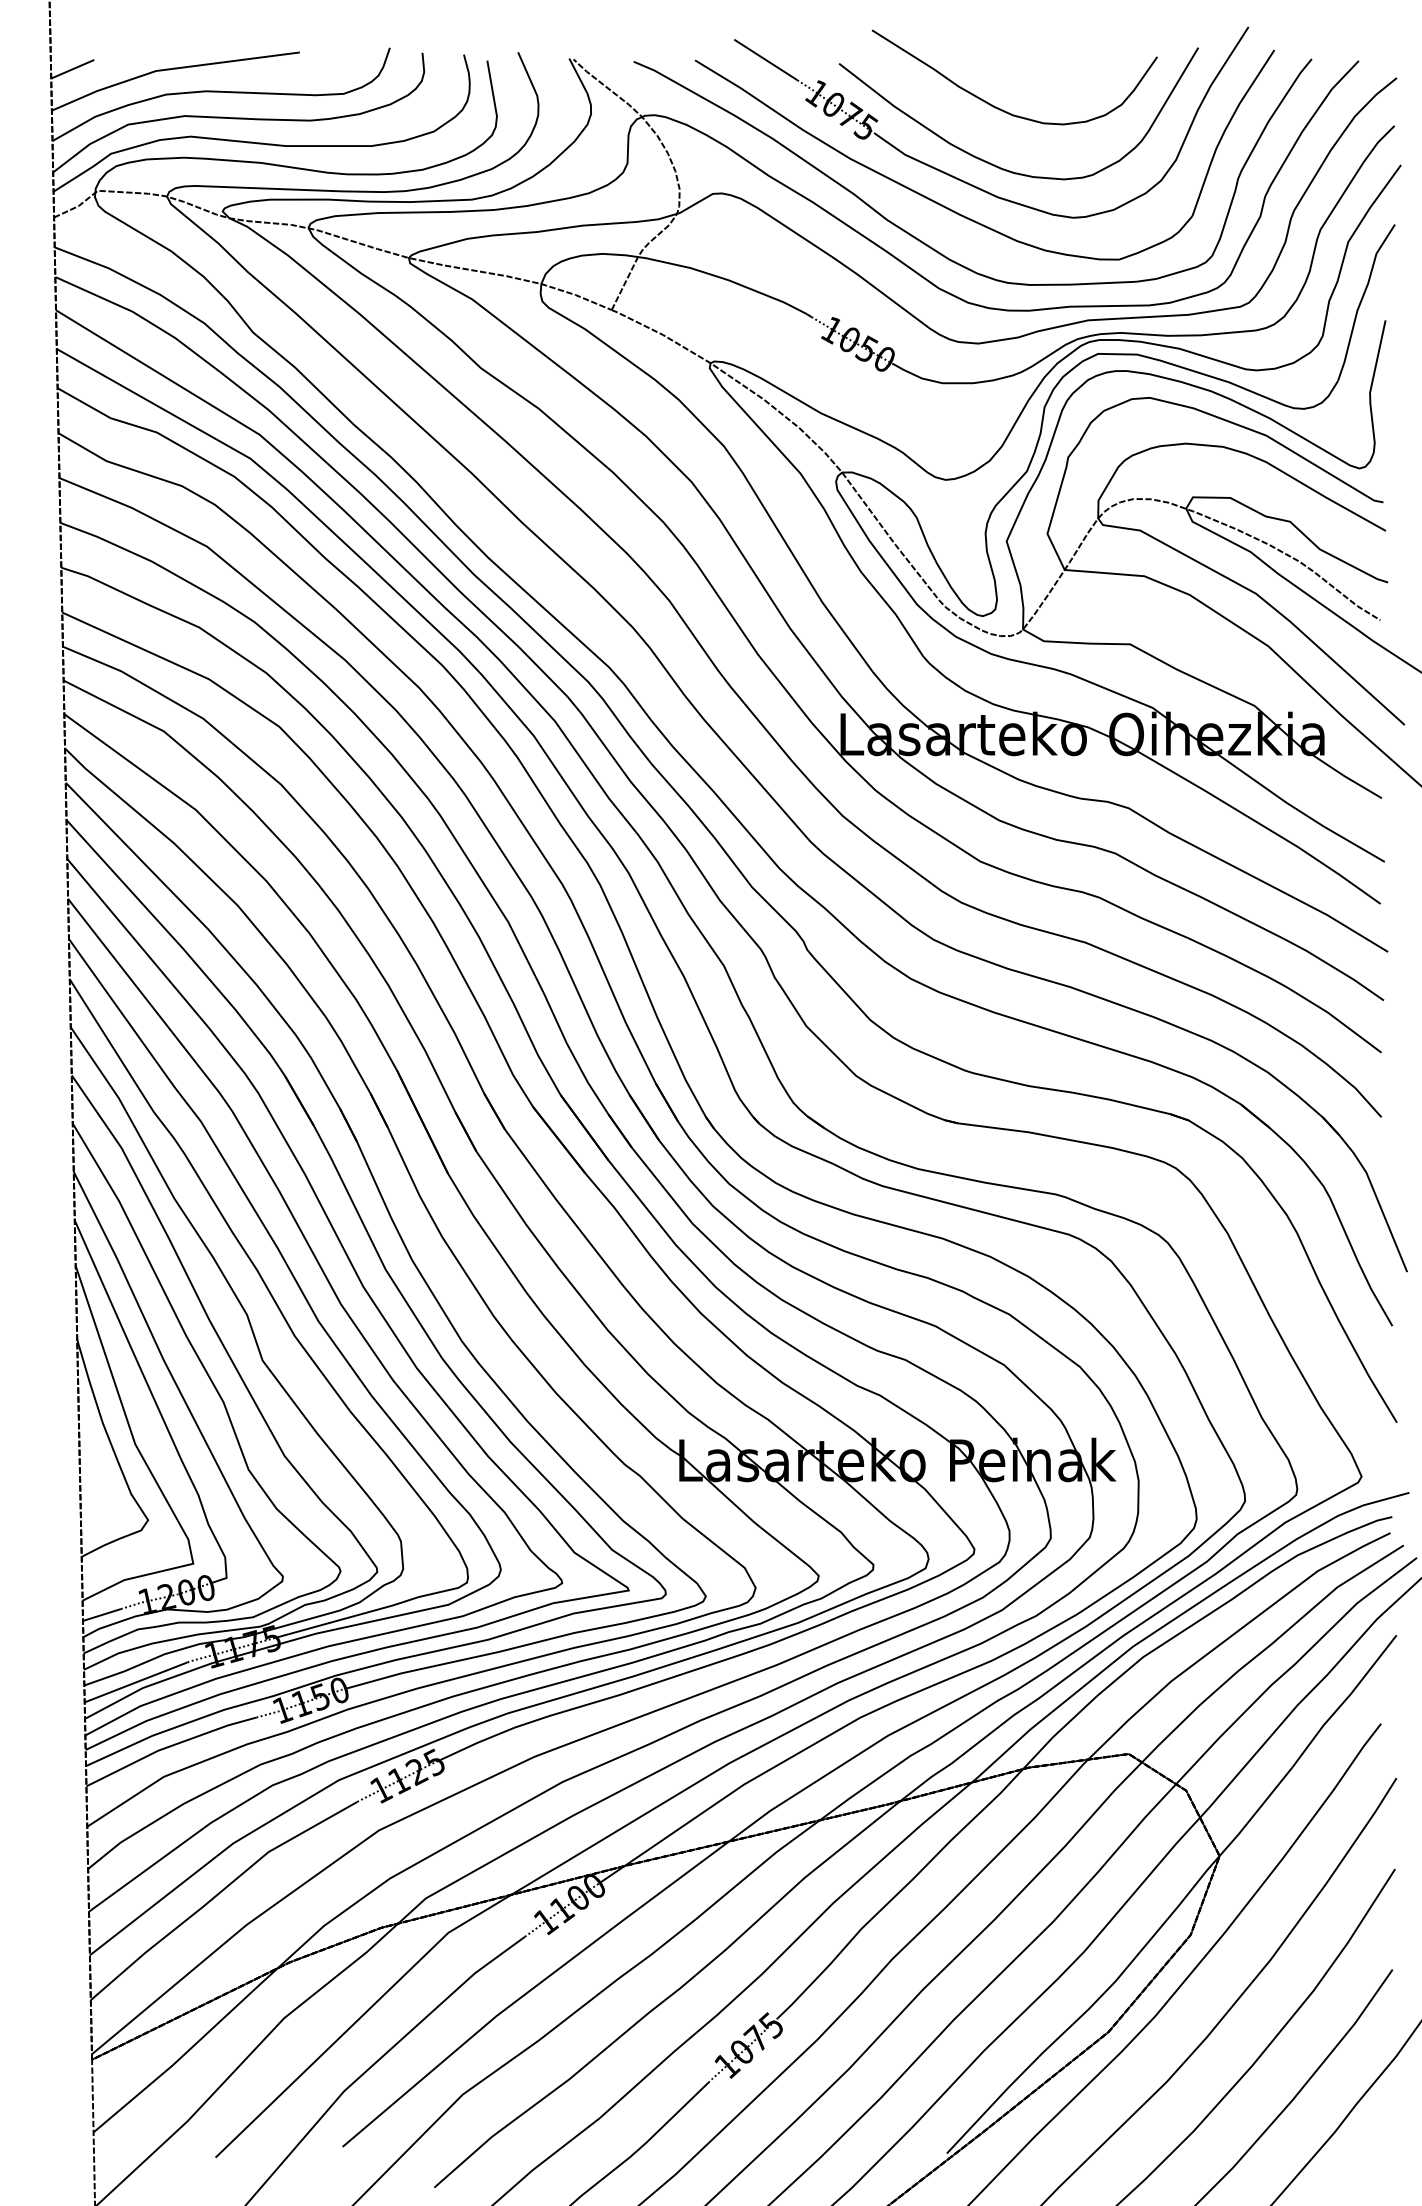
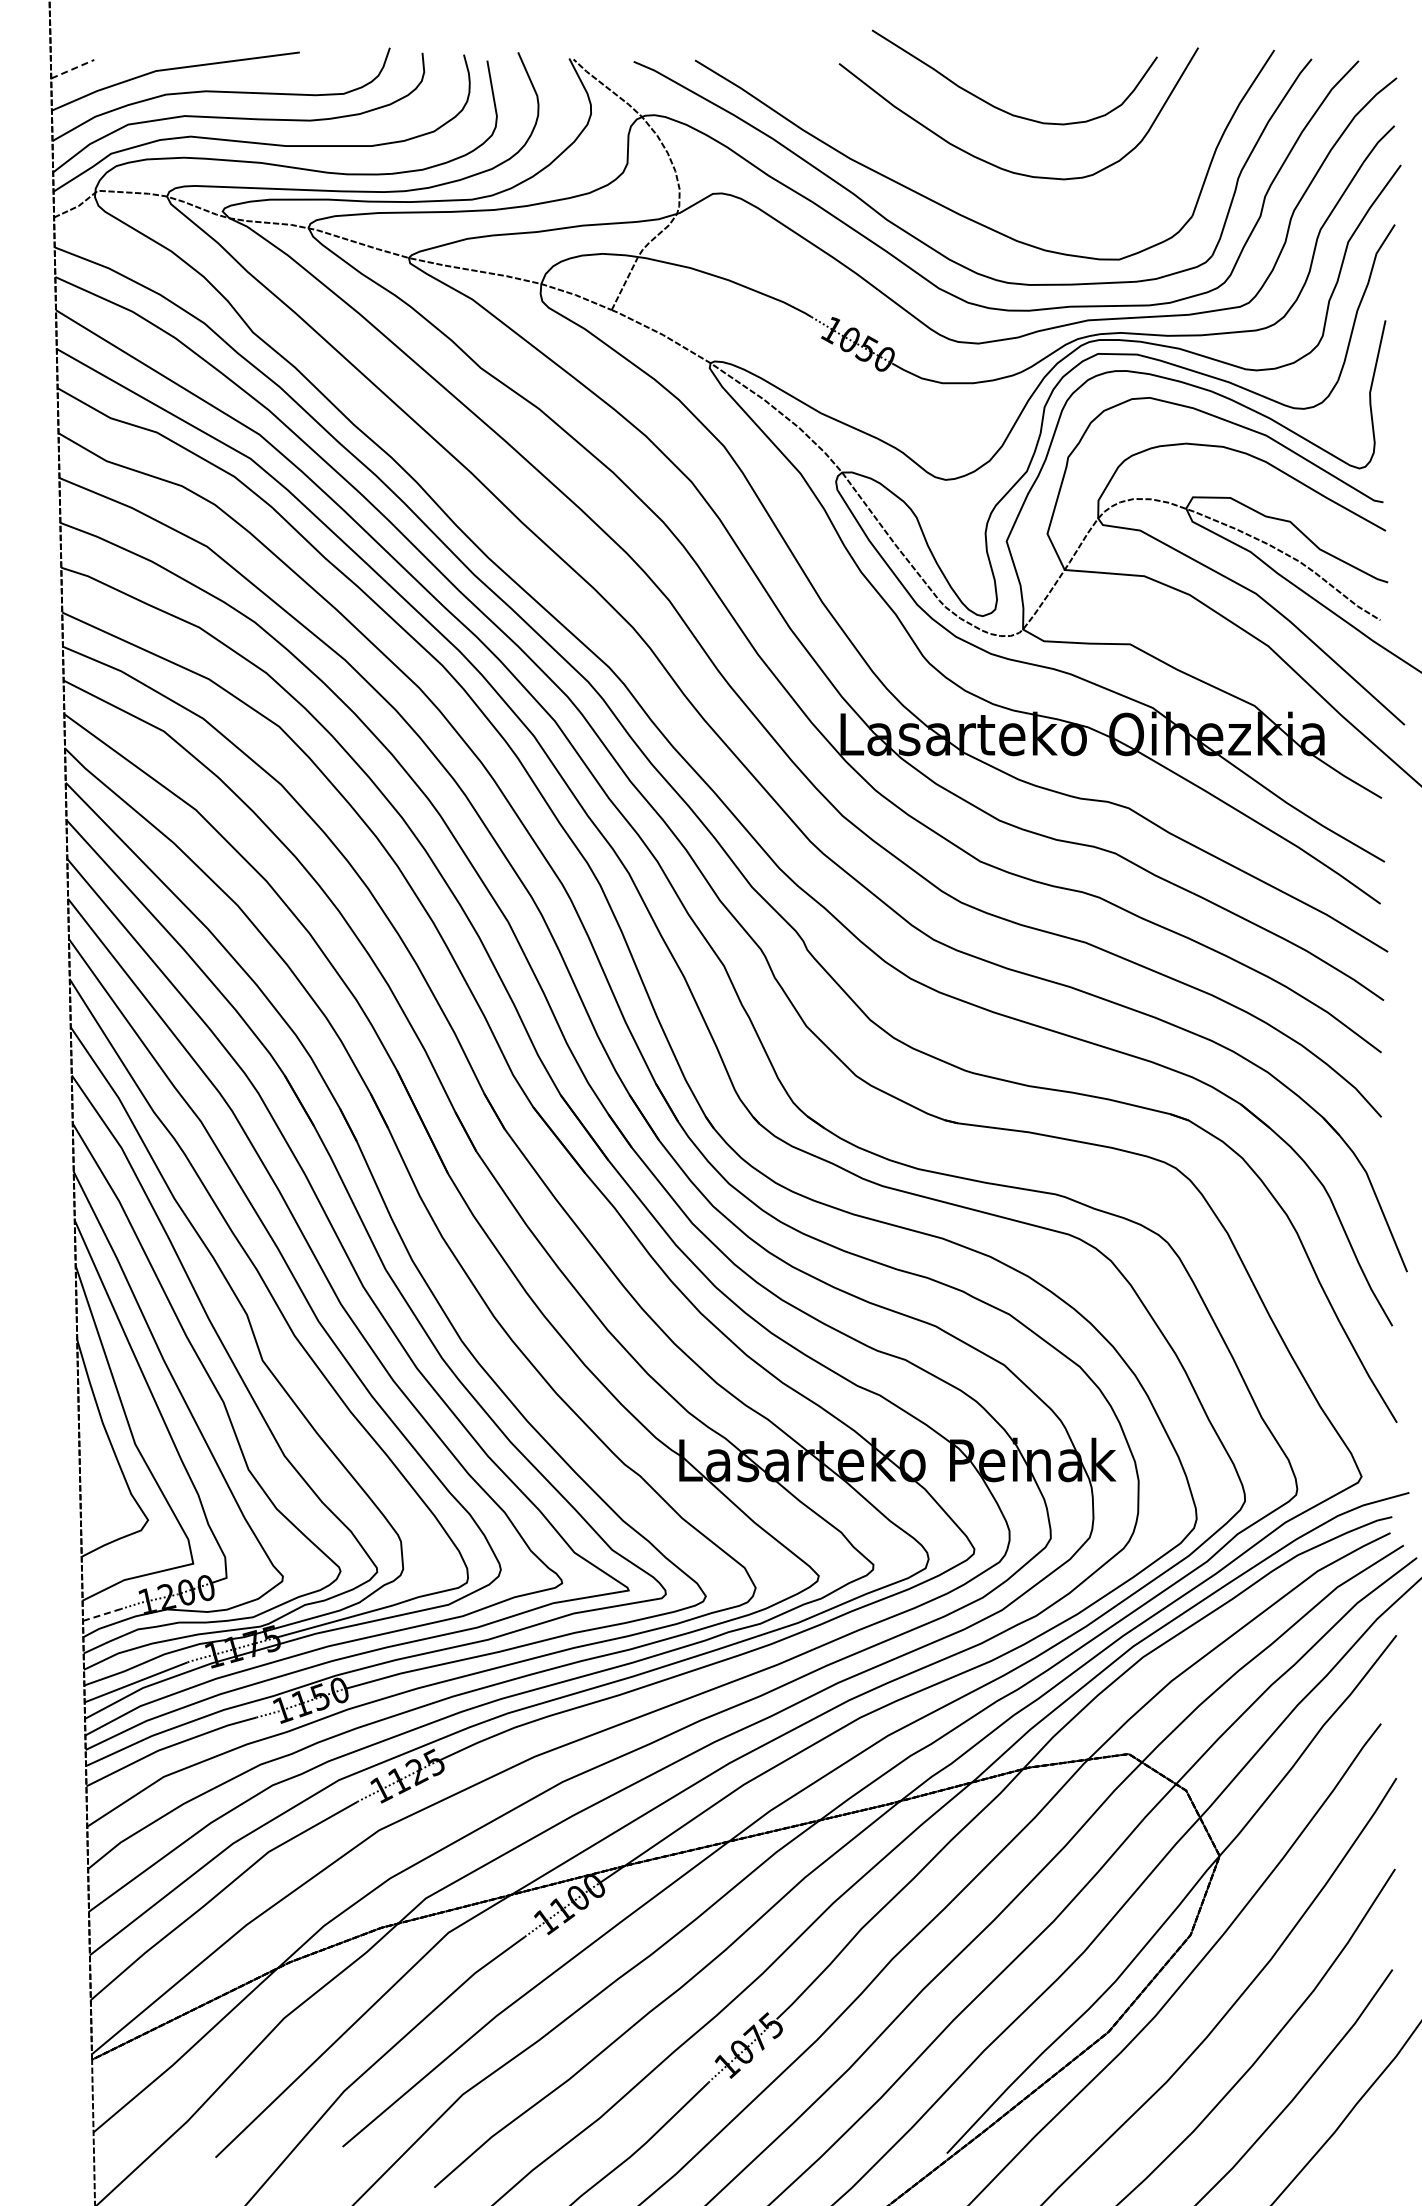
line at (73, 69): solid -> dashed
part at (966, 181): present -> none
line at (101, 1615): solid -> dashed
